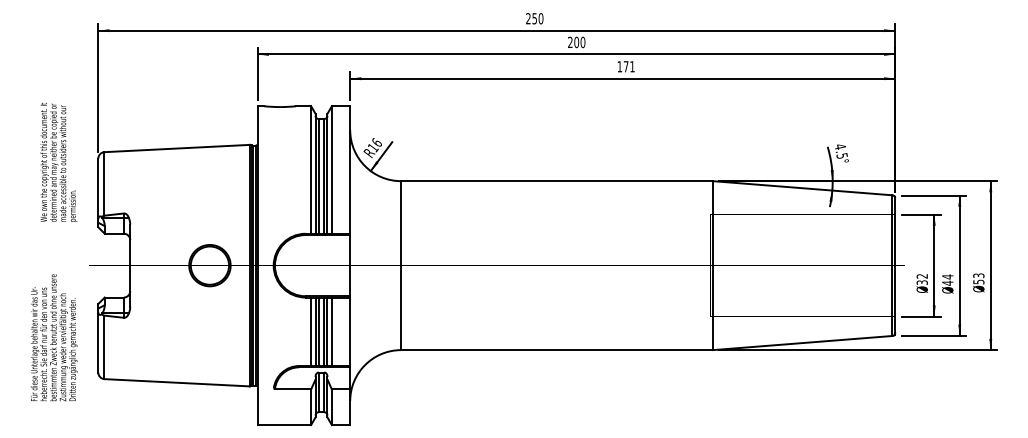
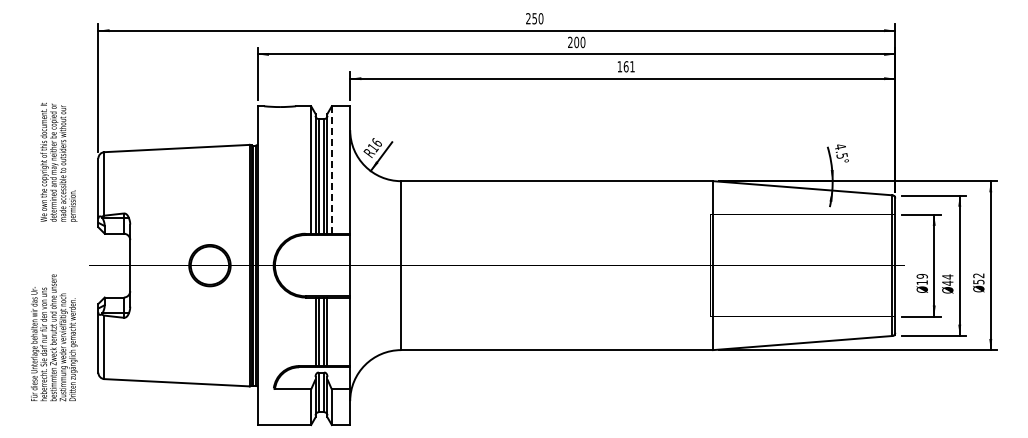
text at (625, 66): 171 -> 161
line at (331, 170): solid -> dashed
text at (978, 275): 53 -> 52
text at (921, 279): 32 -> 19
line at (311, 331): present -> none
line at (331, 331): present -> none
